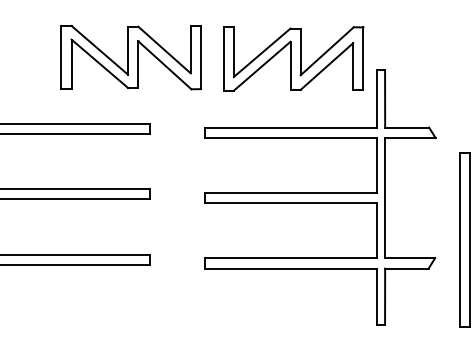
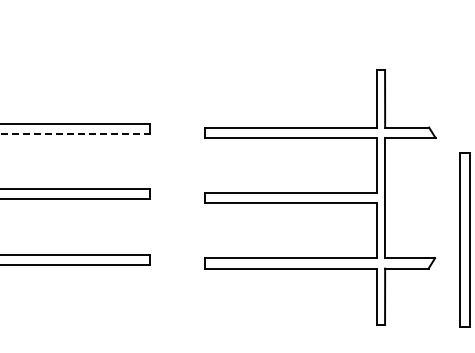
part at (130, 57): present -> none
part at (293, 58): present -> none
line at (75, 134): solid -> dashed
